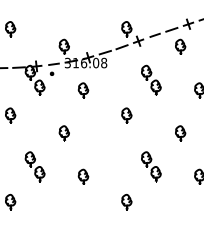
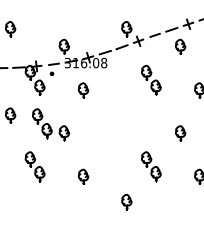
part at (126, 115): present -> none
part at (42, 123): none -> present
part at (10, 201): present -> none
